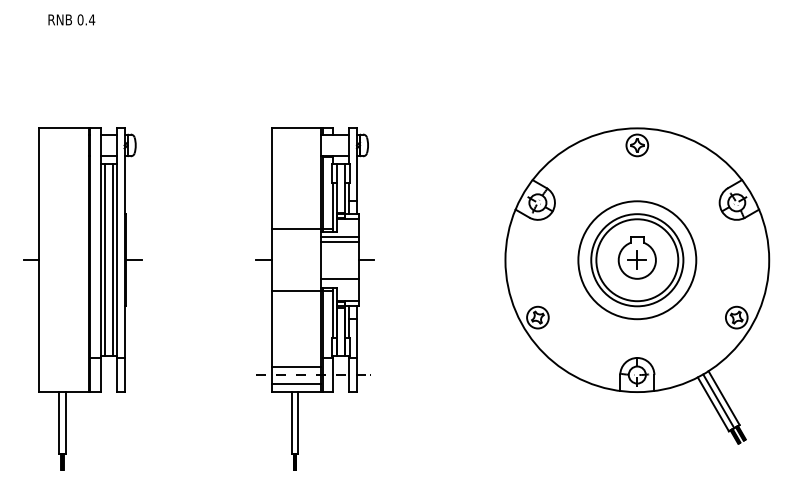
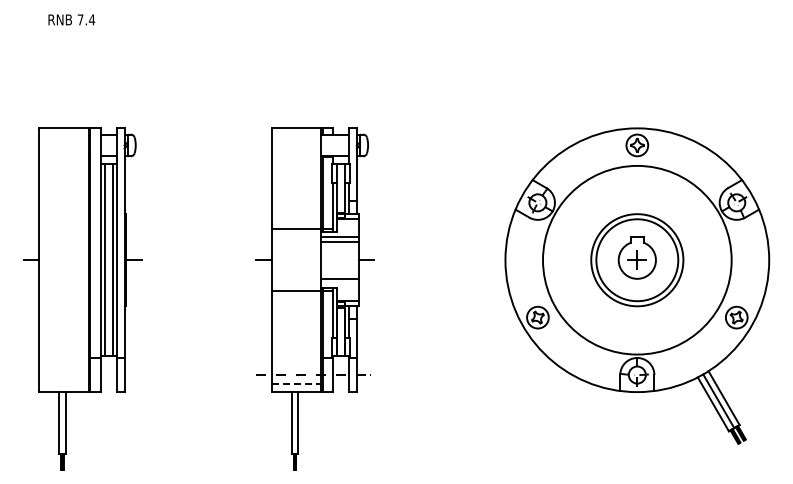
text at (80, 19): 0.4 -> 7.4
circle at (637, 260) diameter: 118 px -> 189 px
line at (296, 366): present -> none
line at (296, 383): solid -> dashed
